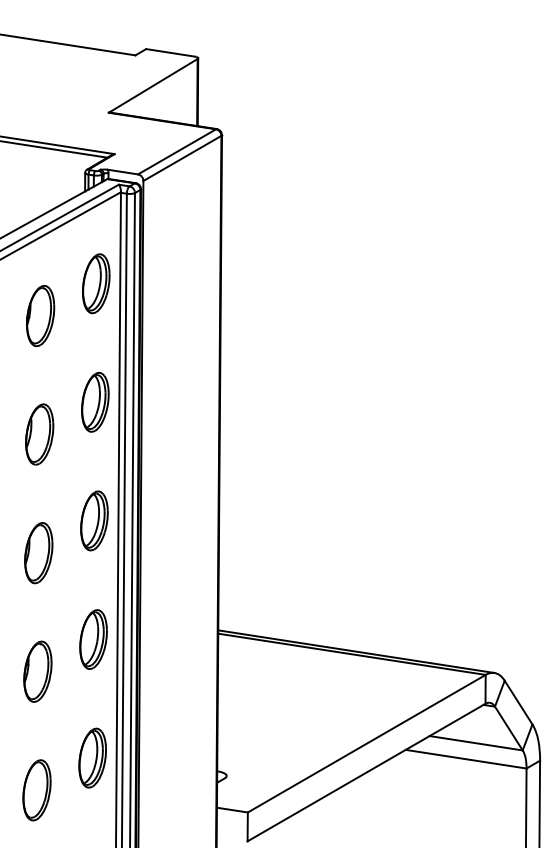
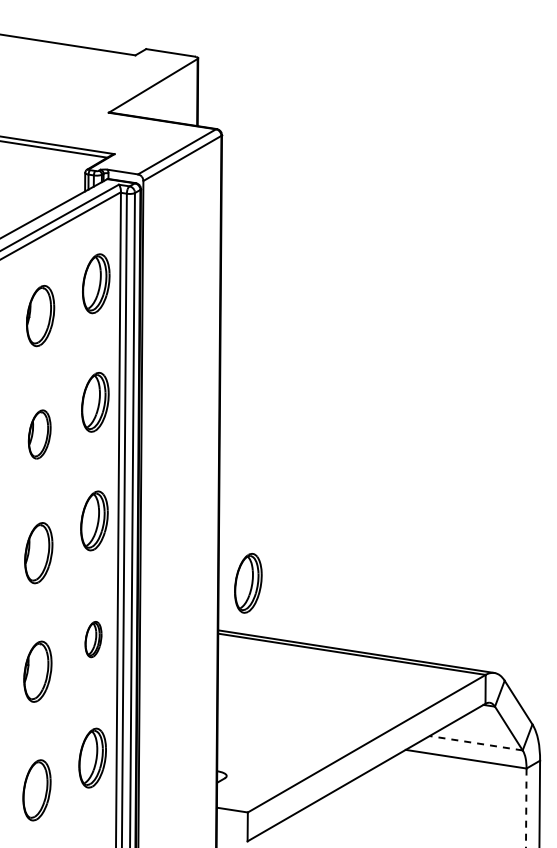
part at (39, 434) size: 30x63 px -> 25x51 px
part at (248, 583): none -> present
part at (93, 639) size: 29x61 px -> 19x38 px
line at (475, 743): solid -> dashed
line at (526, 808): solid -> dashed
